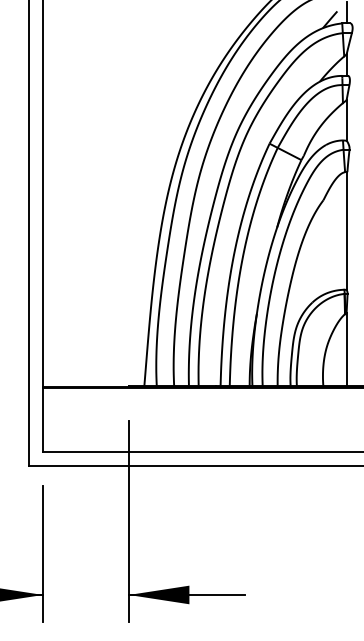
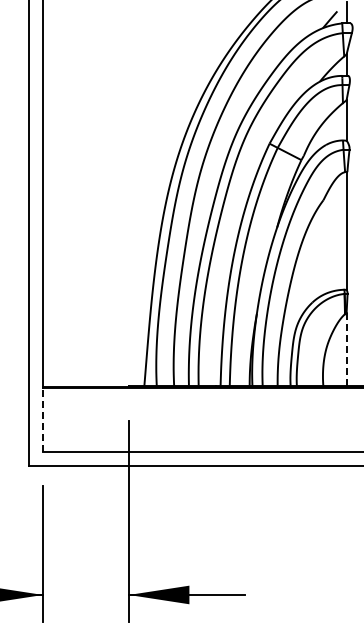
line at (346, 349): solid -> dashed
line at (42, 419): solid -> dashed
